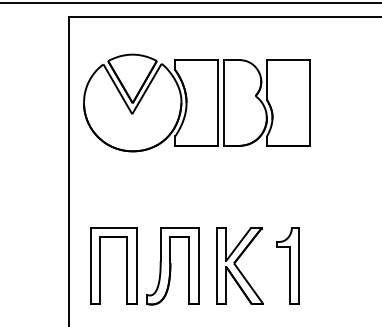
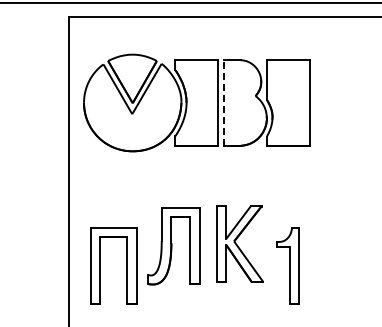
line at (224, 103): solid -> dashed
part at (239, 265) position: (239, 265) -> (239, 243)
part at (172, 266) position: (172, 266) -> (173, 246)
